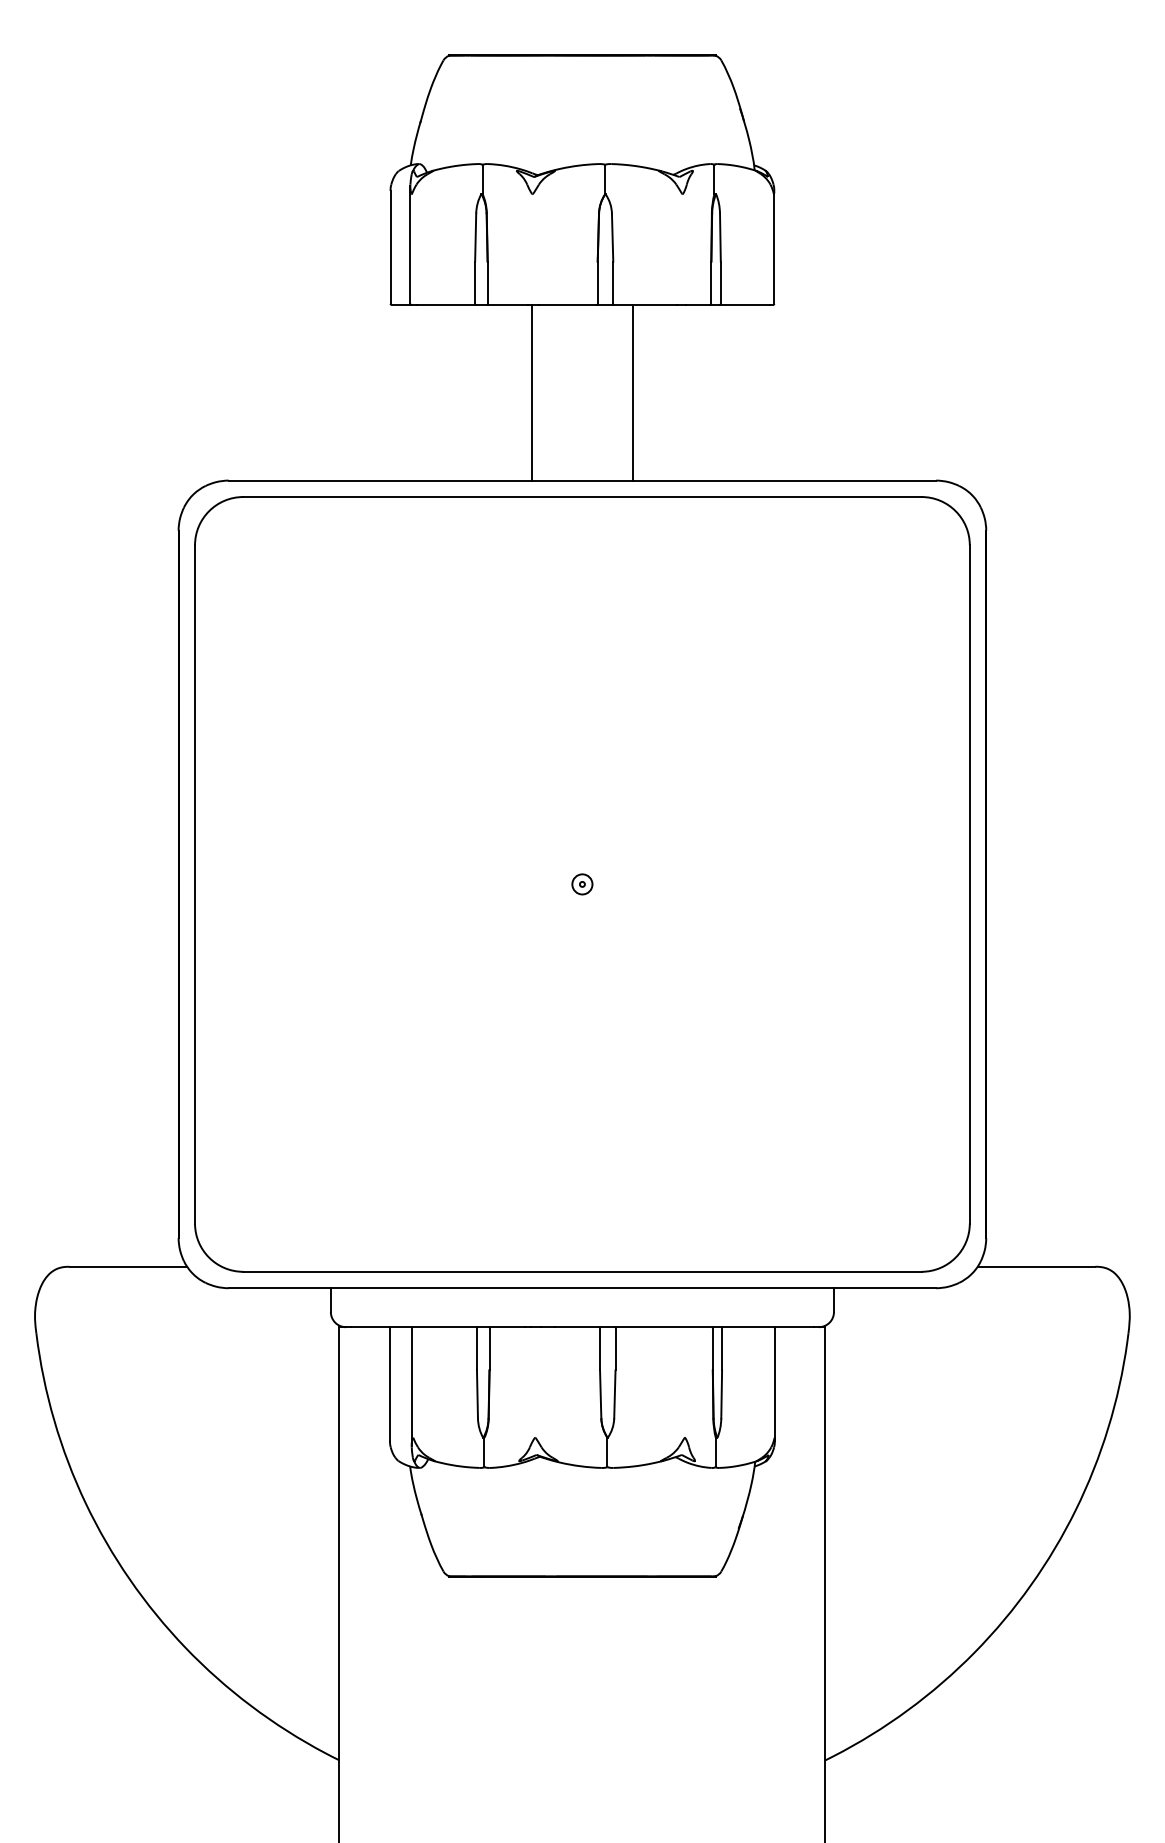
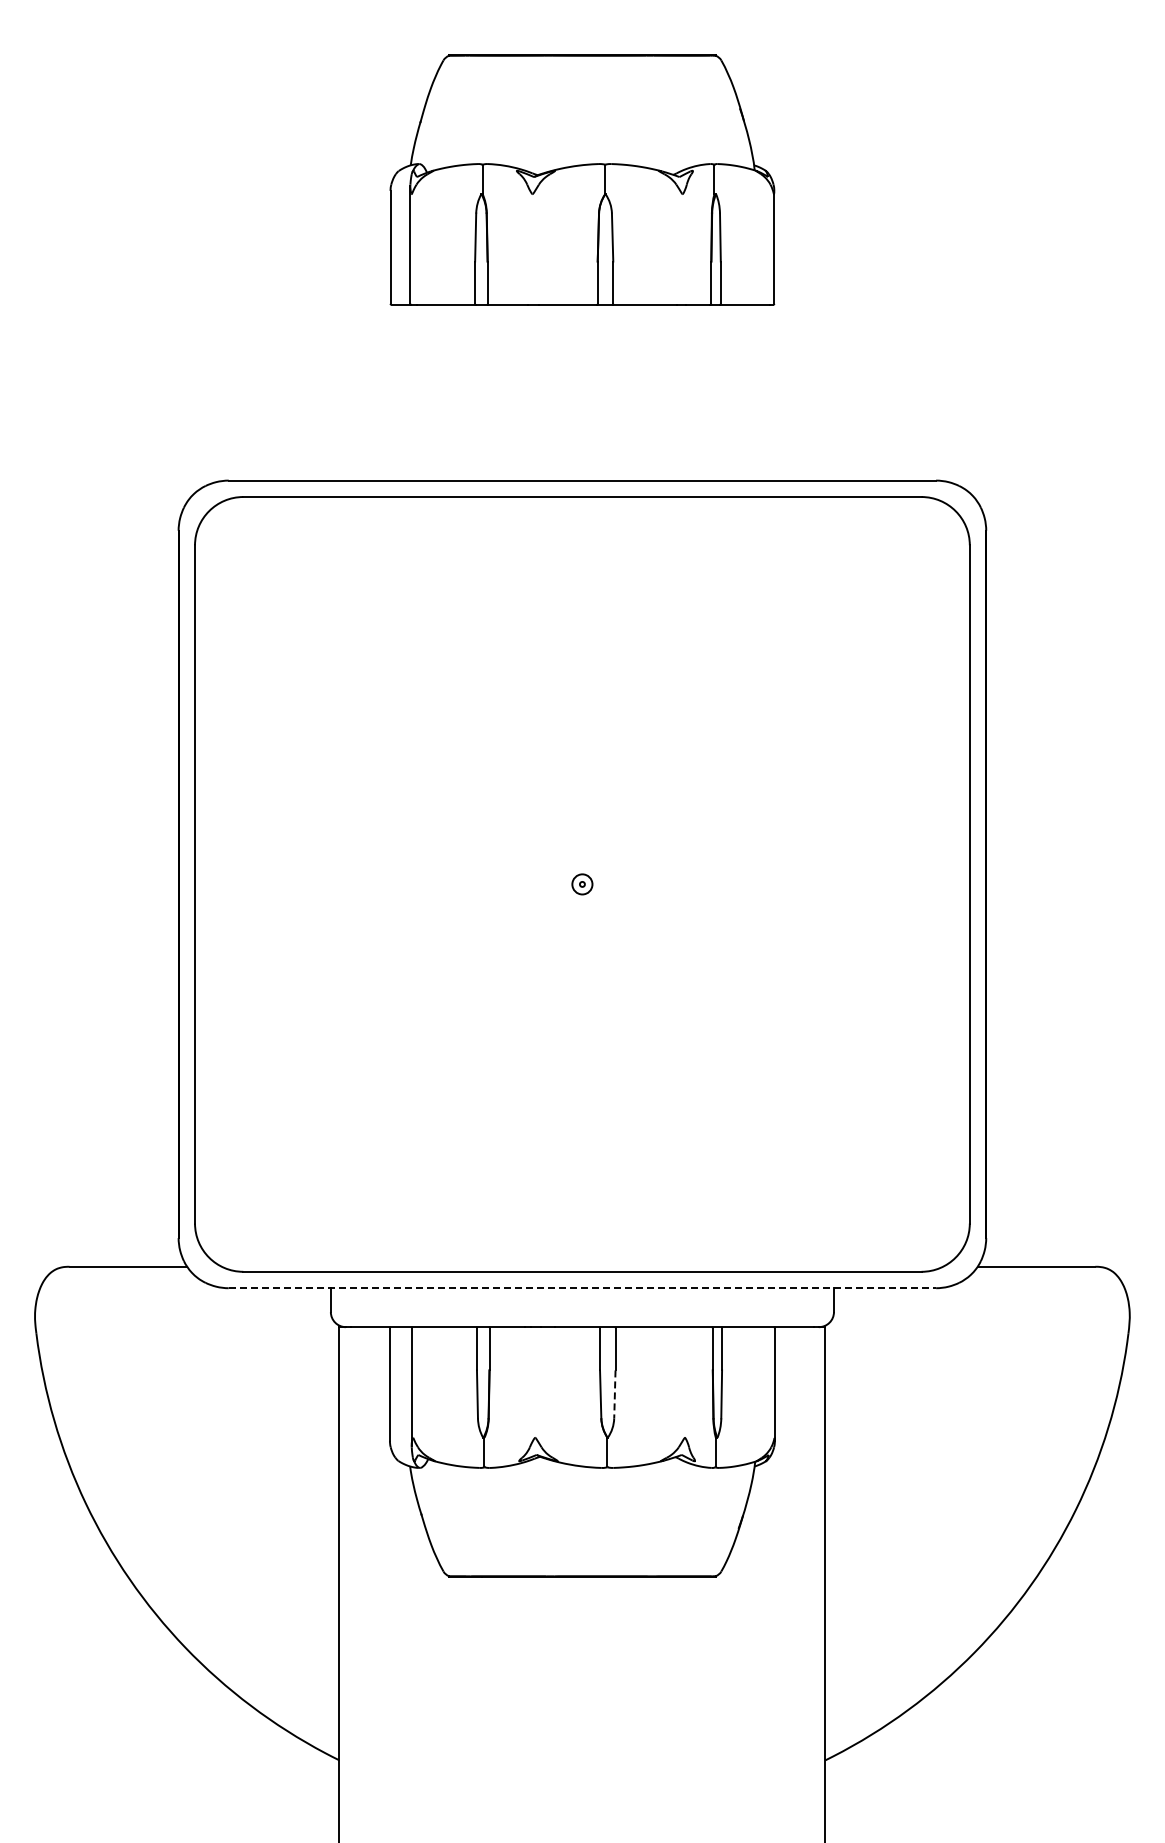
line at (532, 392): present -> none
line at (632, 392): present -> none
line at (582, 1288): solid -> dashed
line at (614, 1394): solid -> dashed
